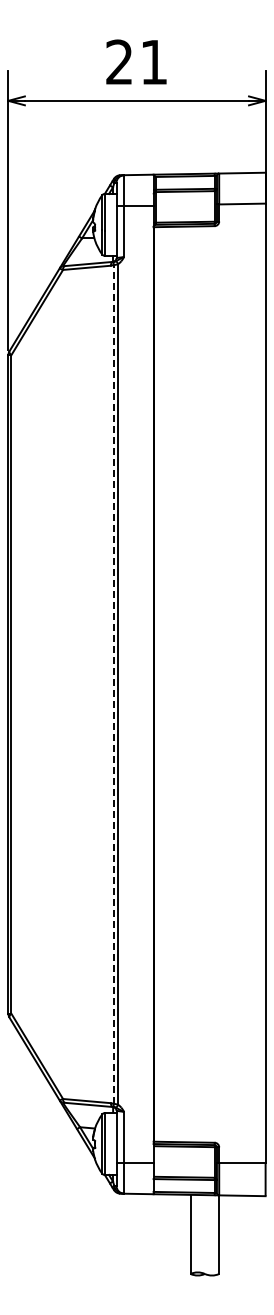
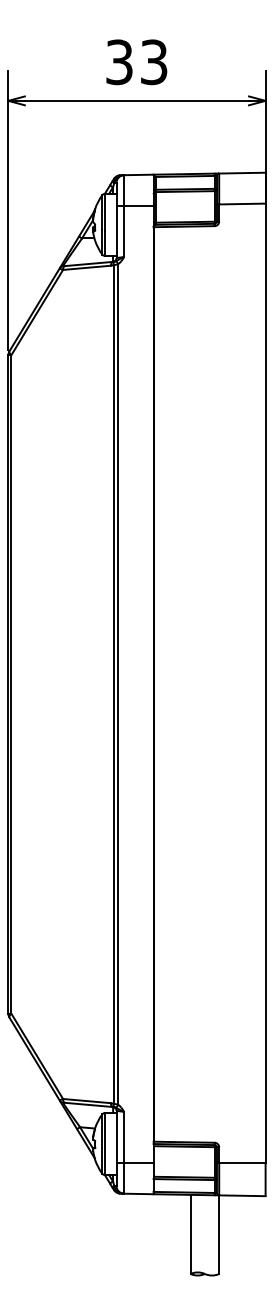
text at (136, 62): 21 -> 33
line at (113, 683): dashed -> solid
